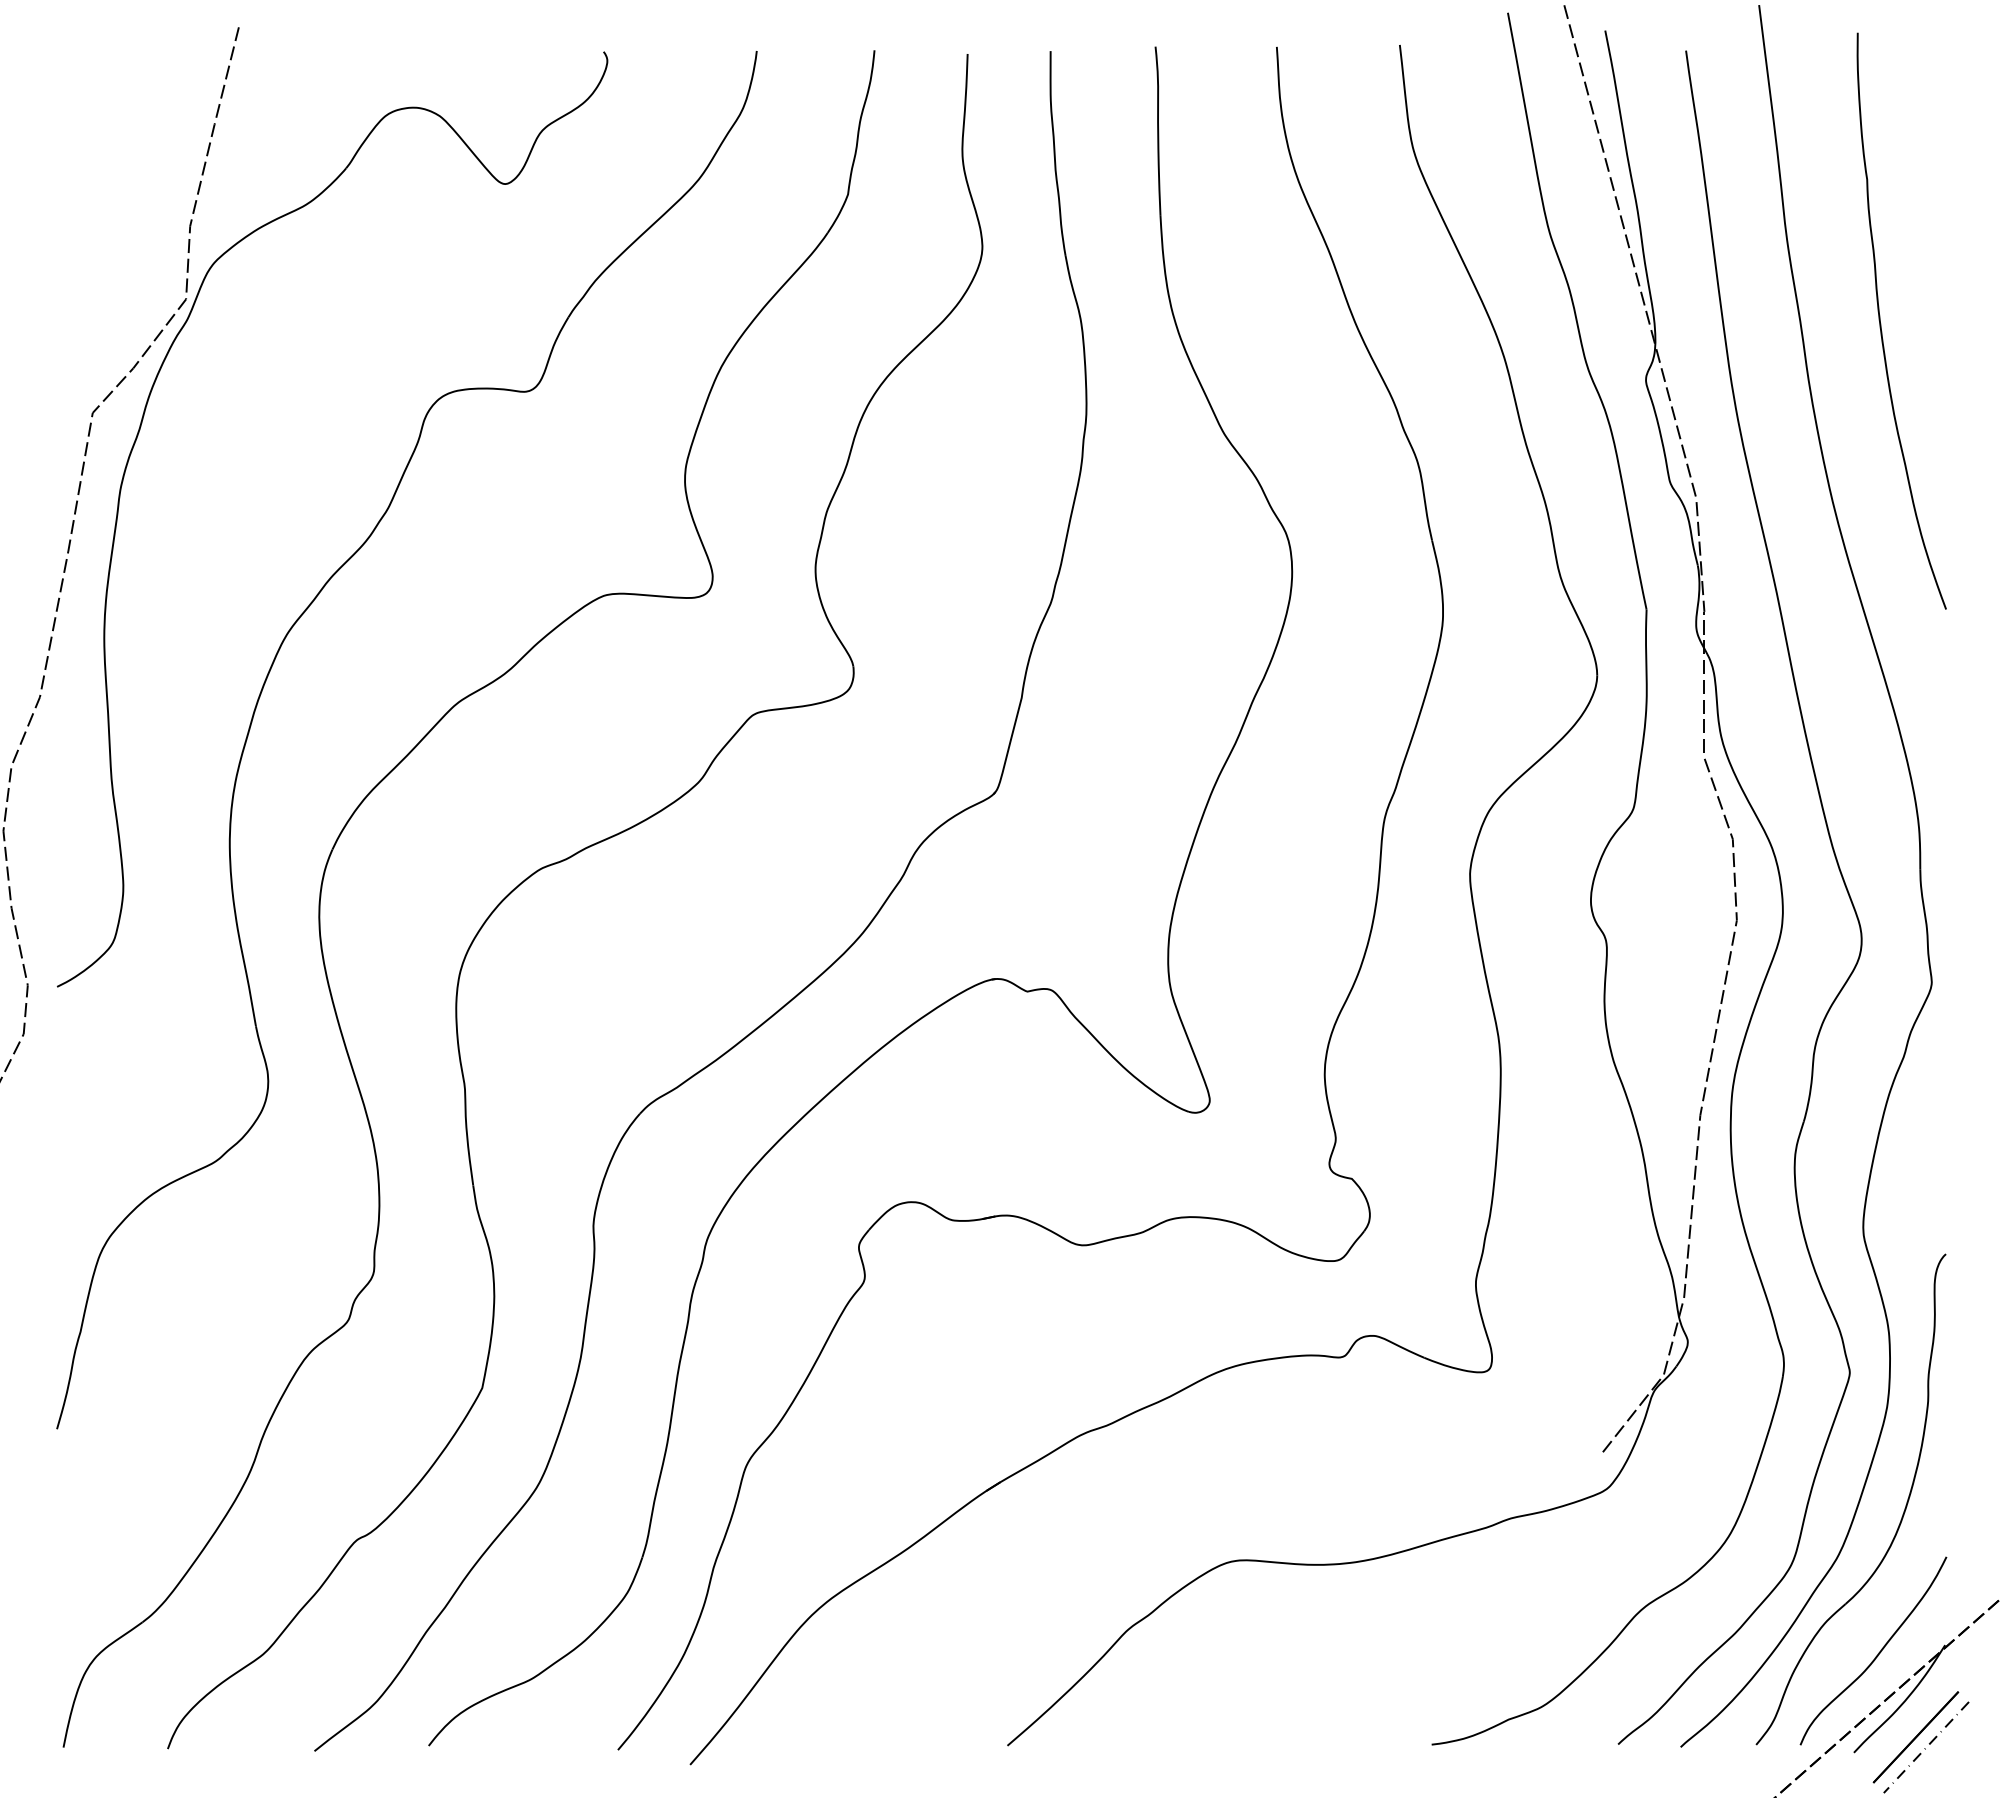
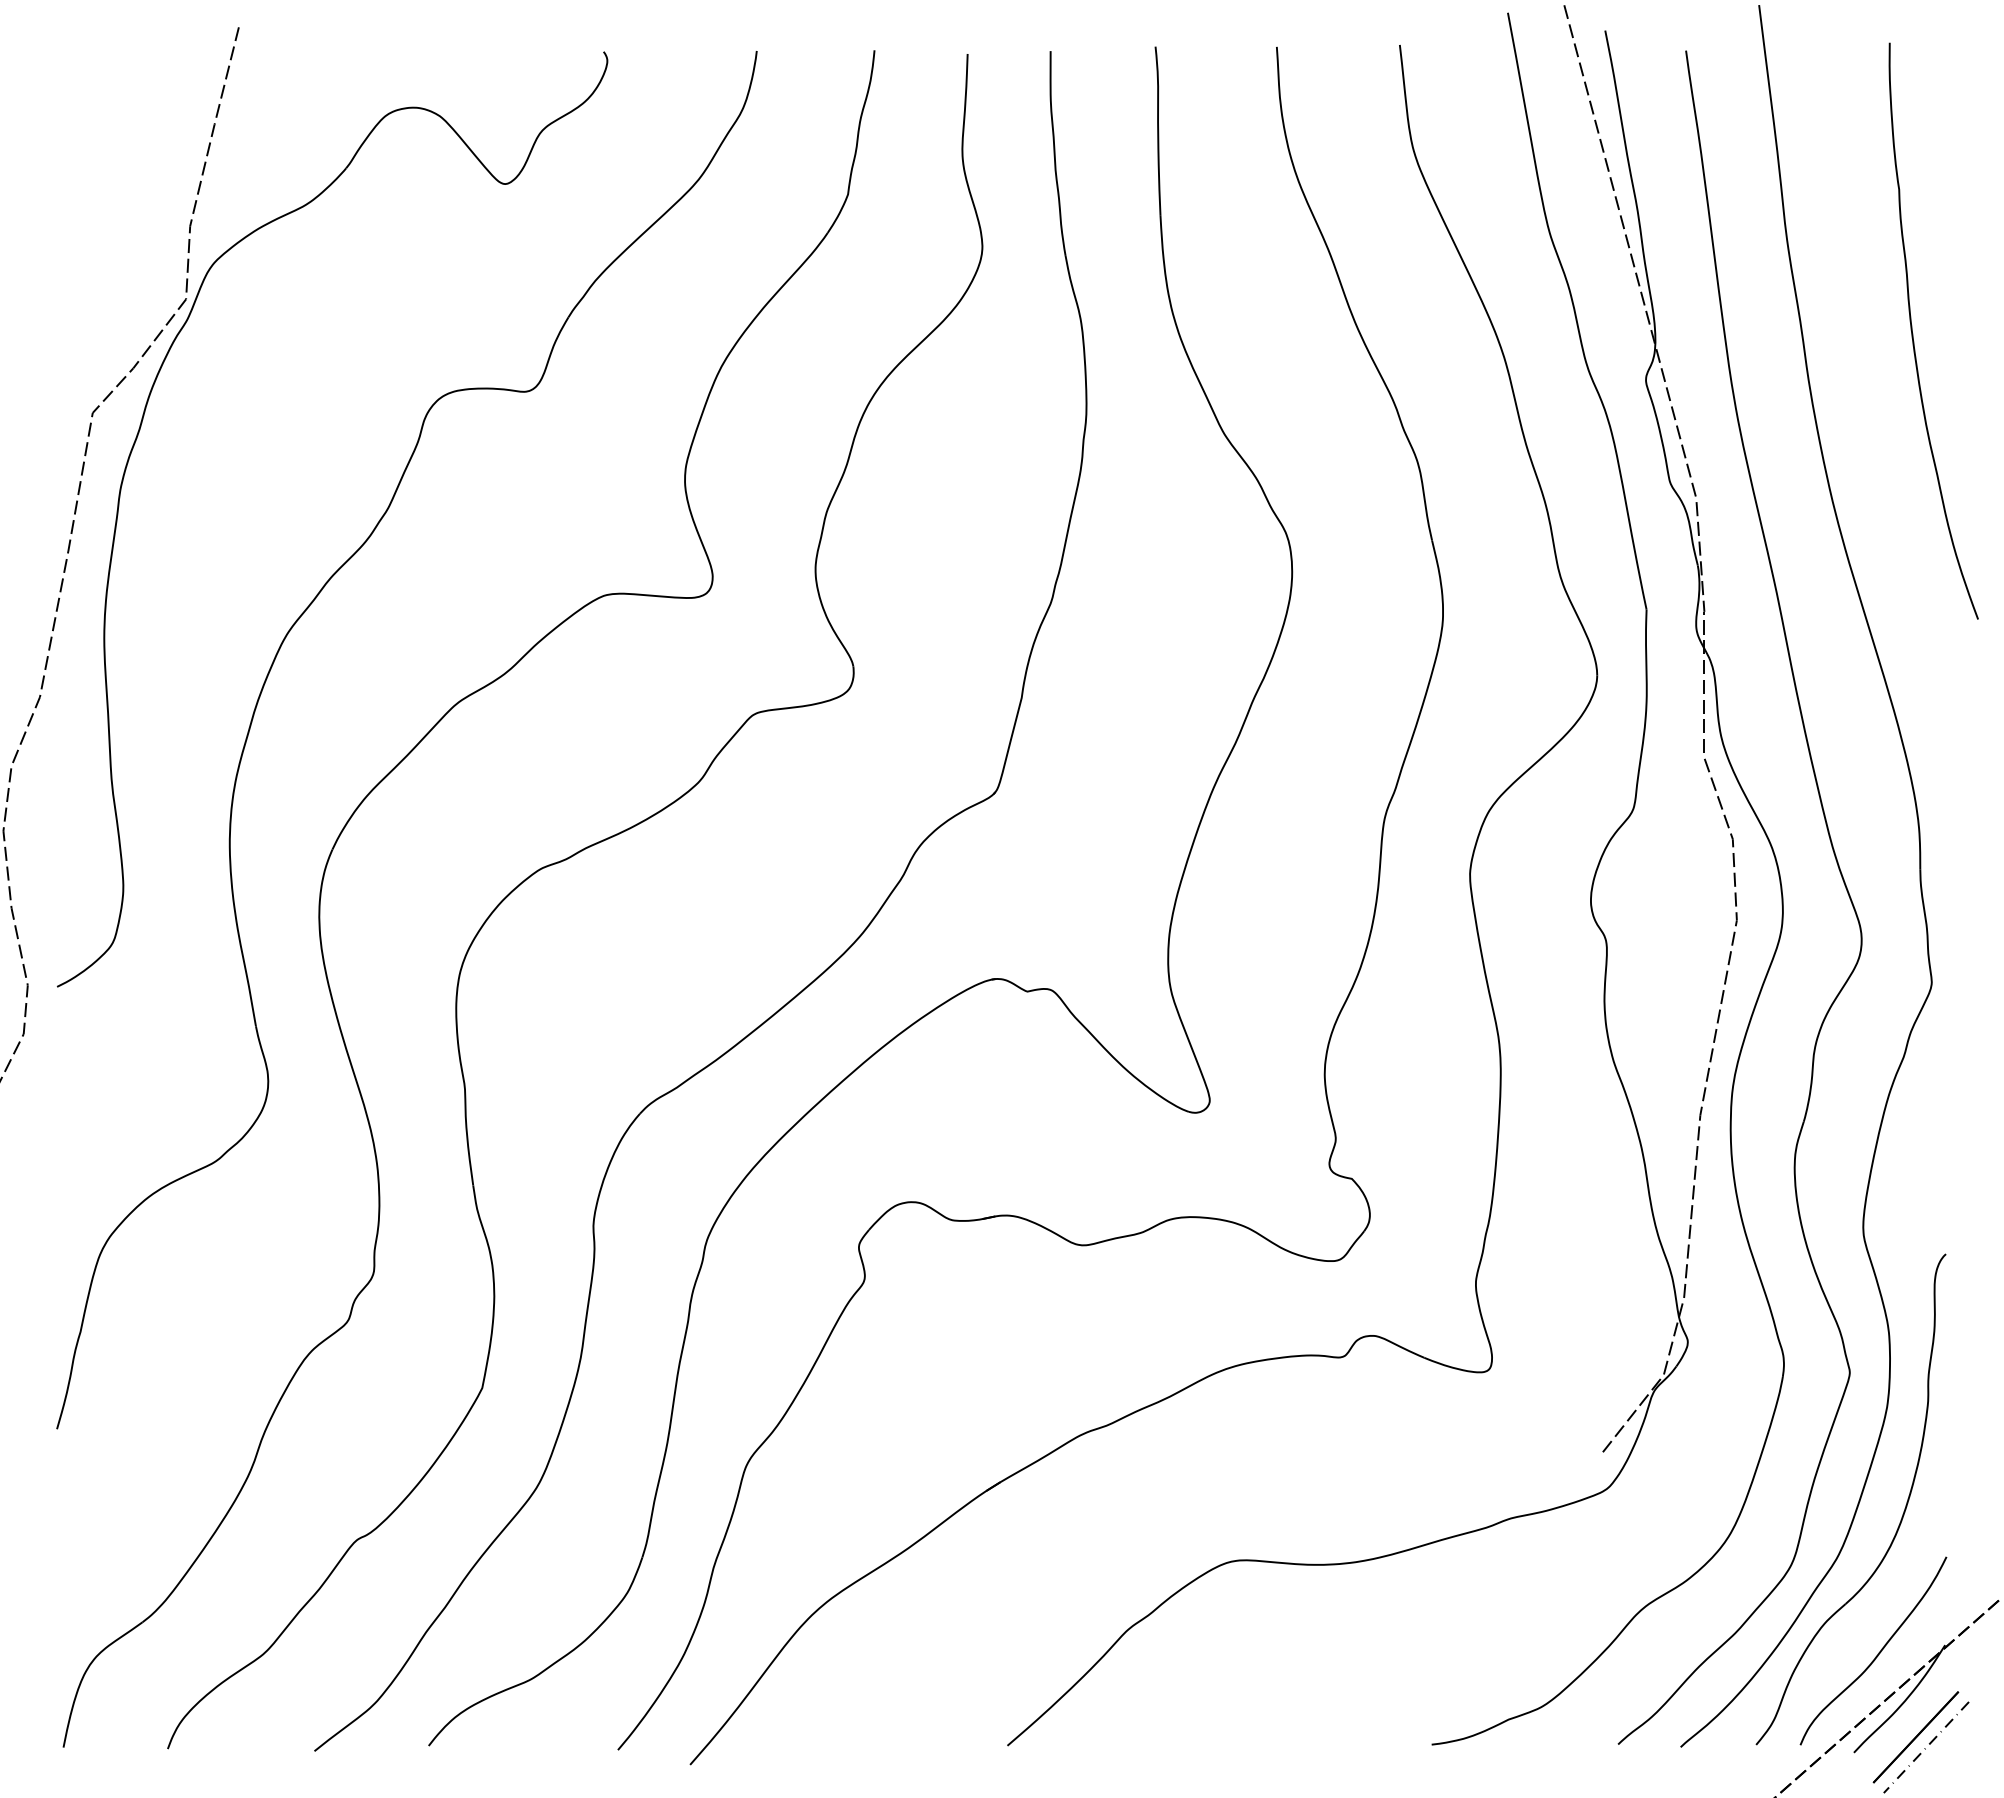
curve at (1881, 323) position: (1881, 323) -> (1913, 333)
